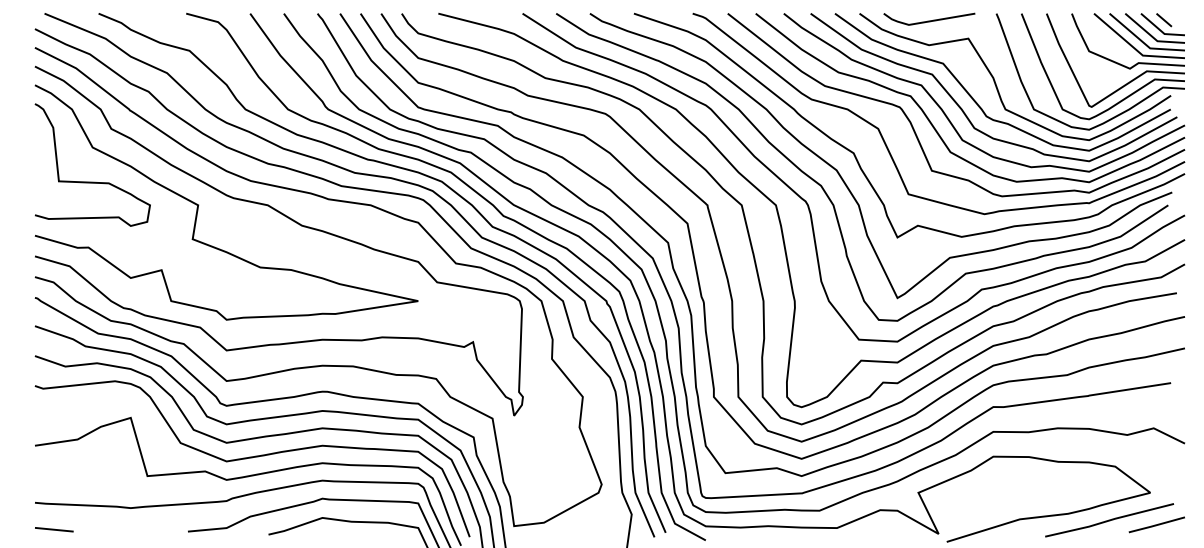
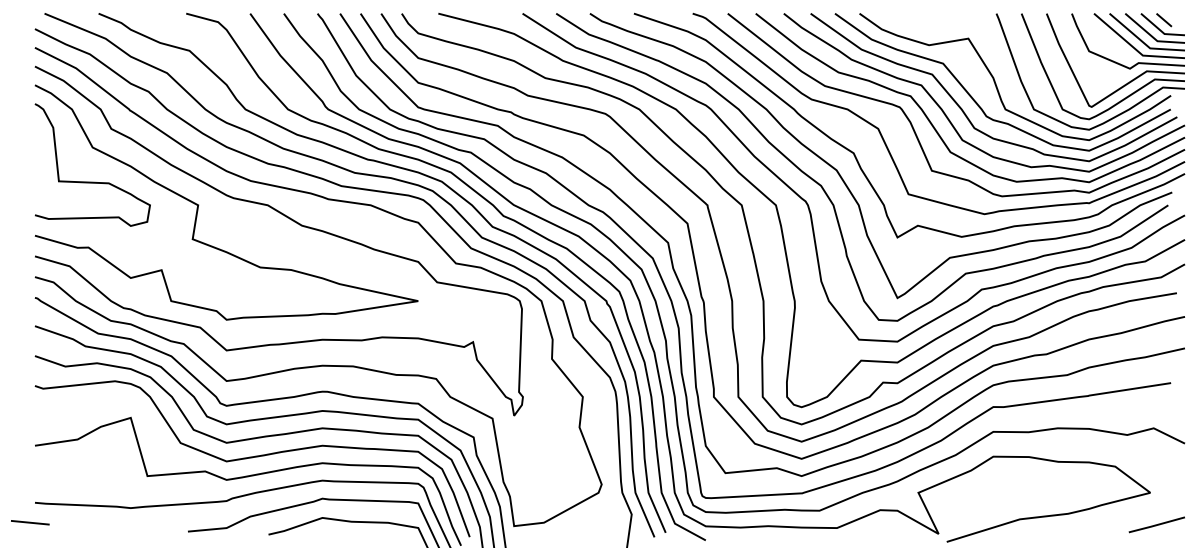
line at (929, 20): present -> none
line at (1109, 520): present -> none
line at (54, 529) position: (54, 529) -> (30, 522)
